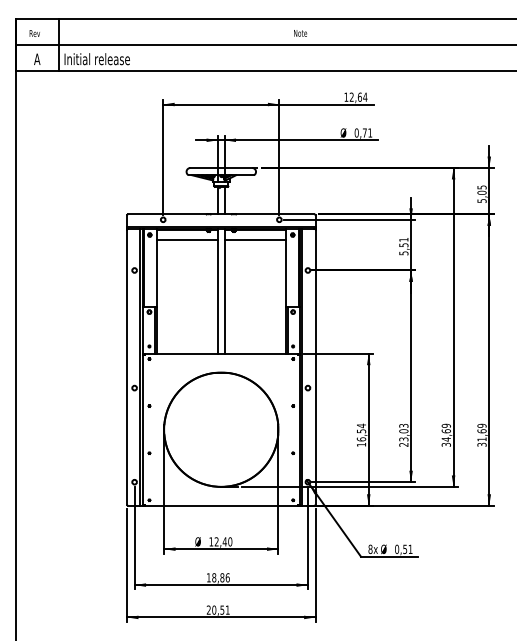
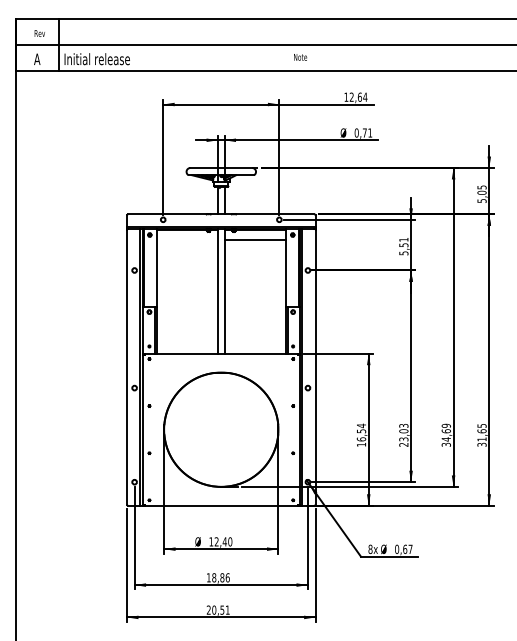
text at (34, 33) position: (34, 33) -> (39, 33)
text at (300, 33) position: (300, 33) -> (300, 57)
line at (187, 239): present -> none
text at (481, 425): 31,69 -> 31,65
text at (407, 549): 0,51 -> 0,67
